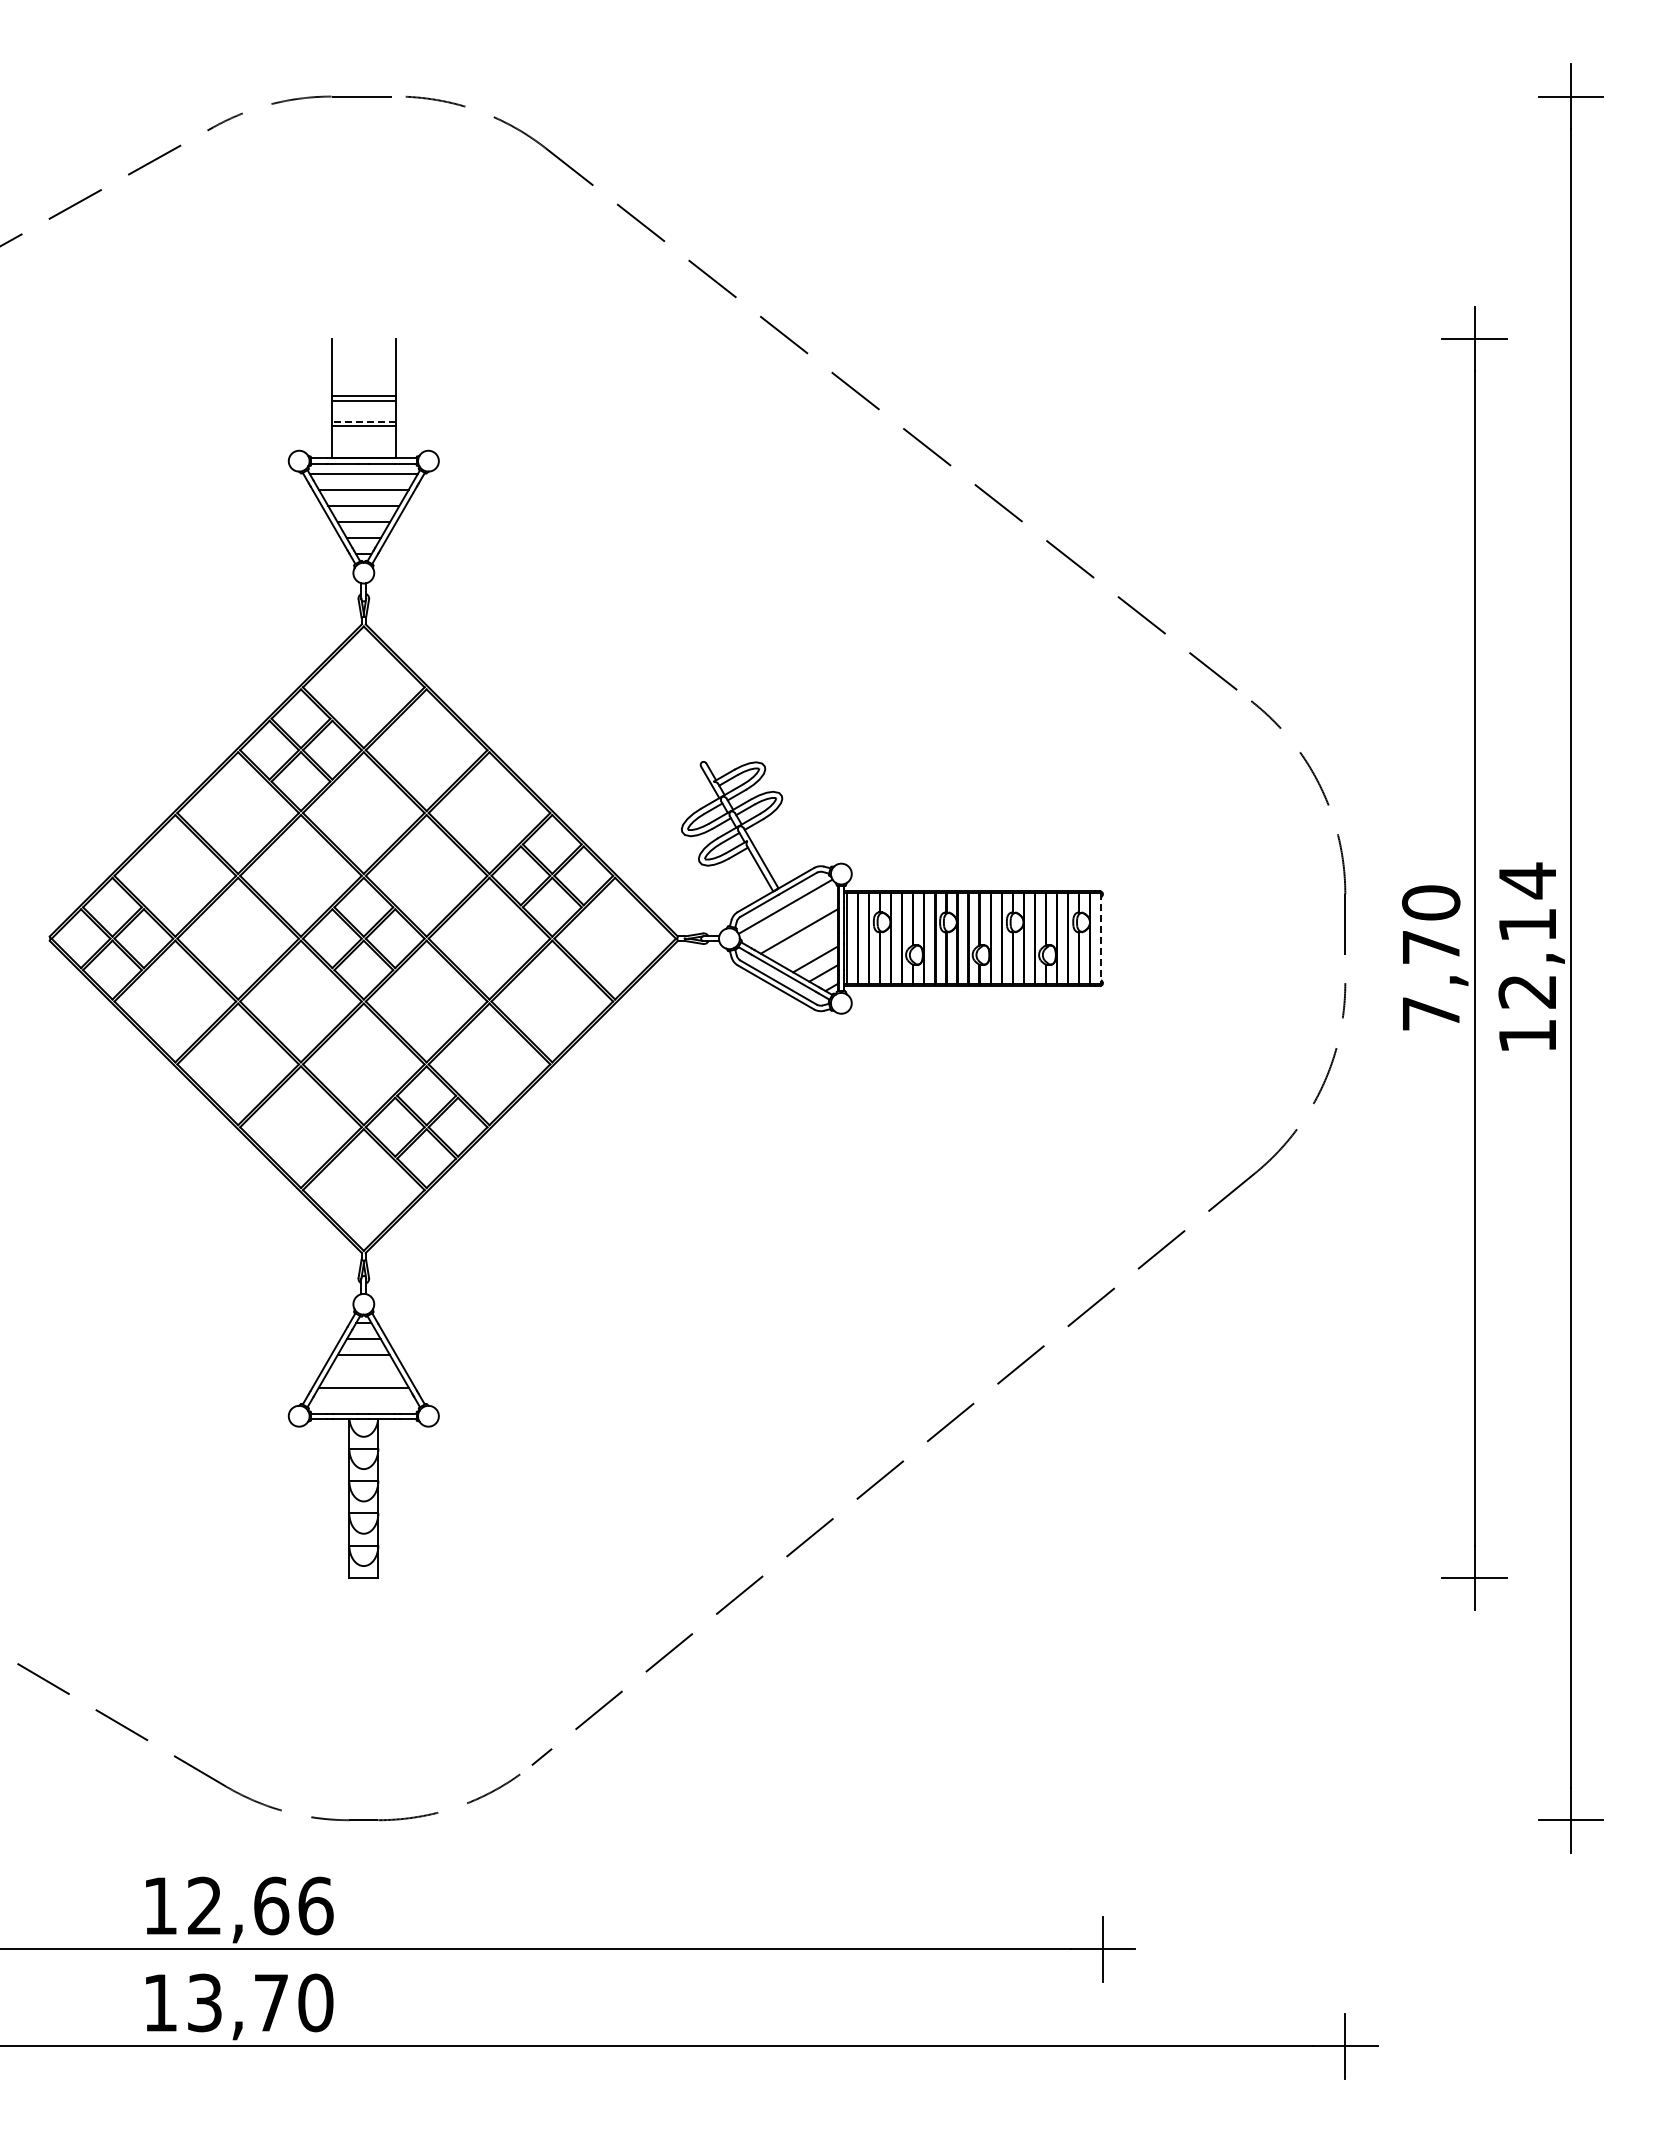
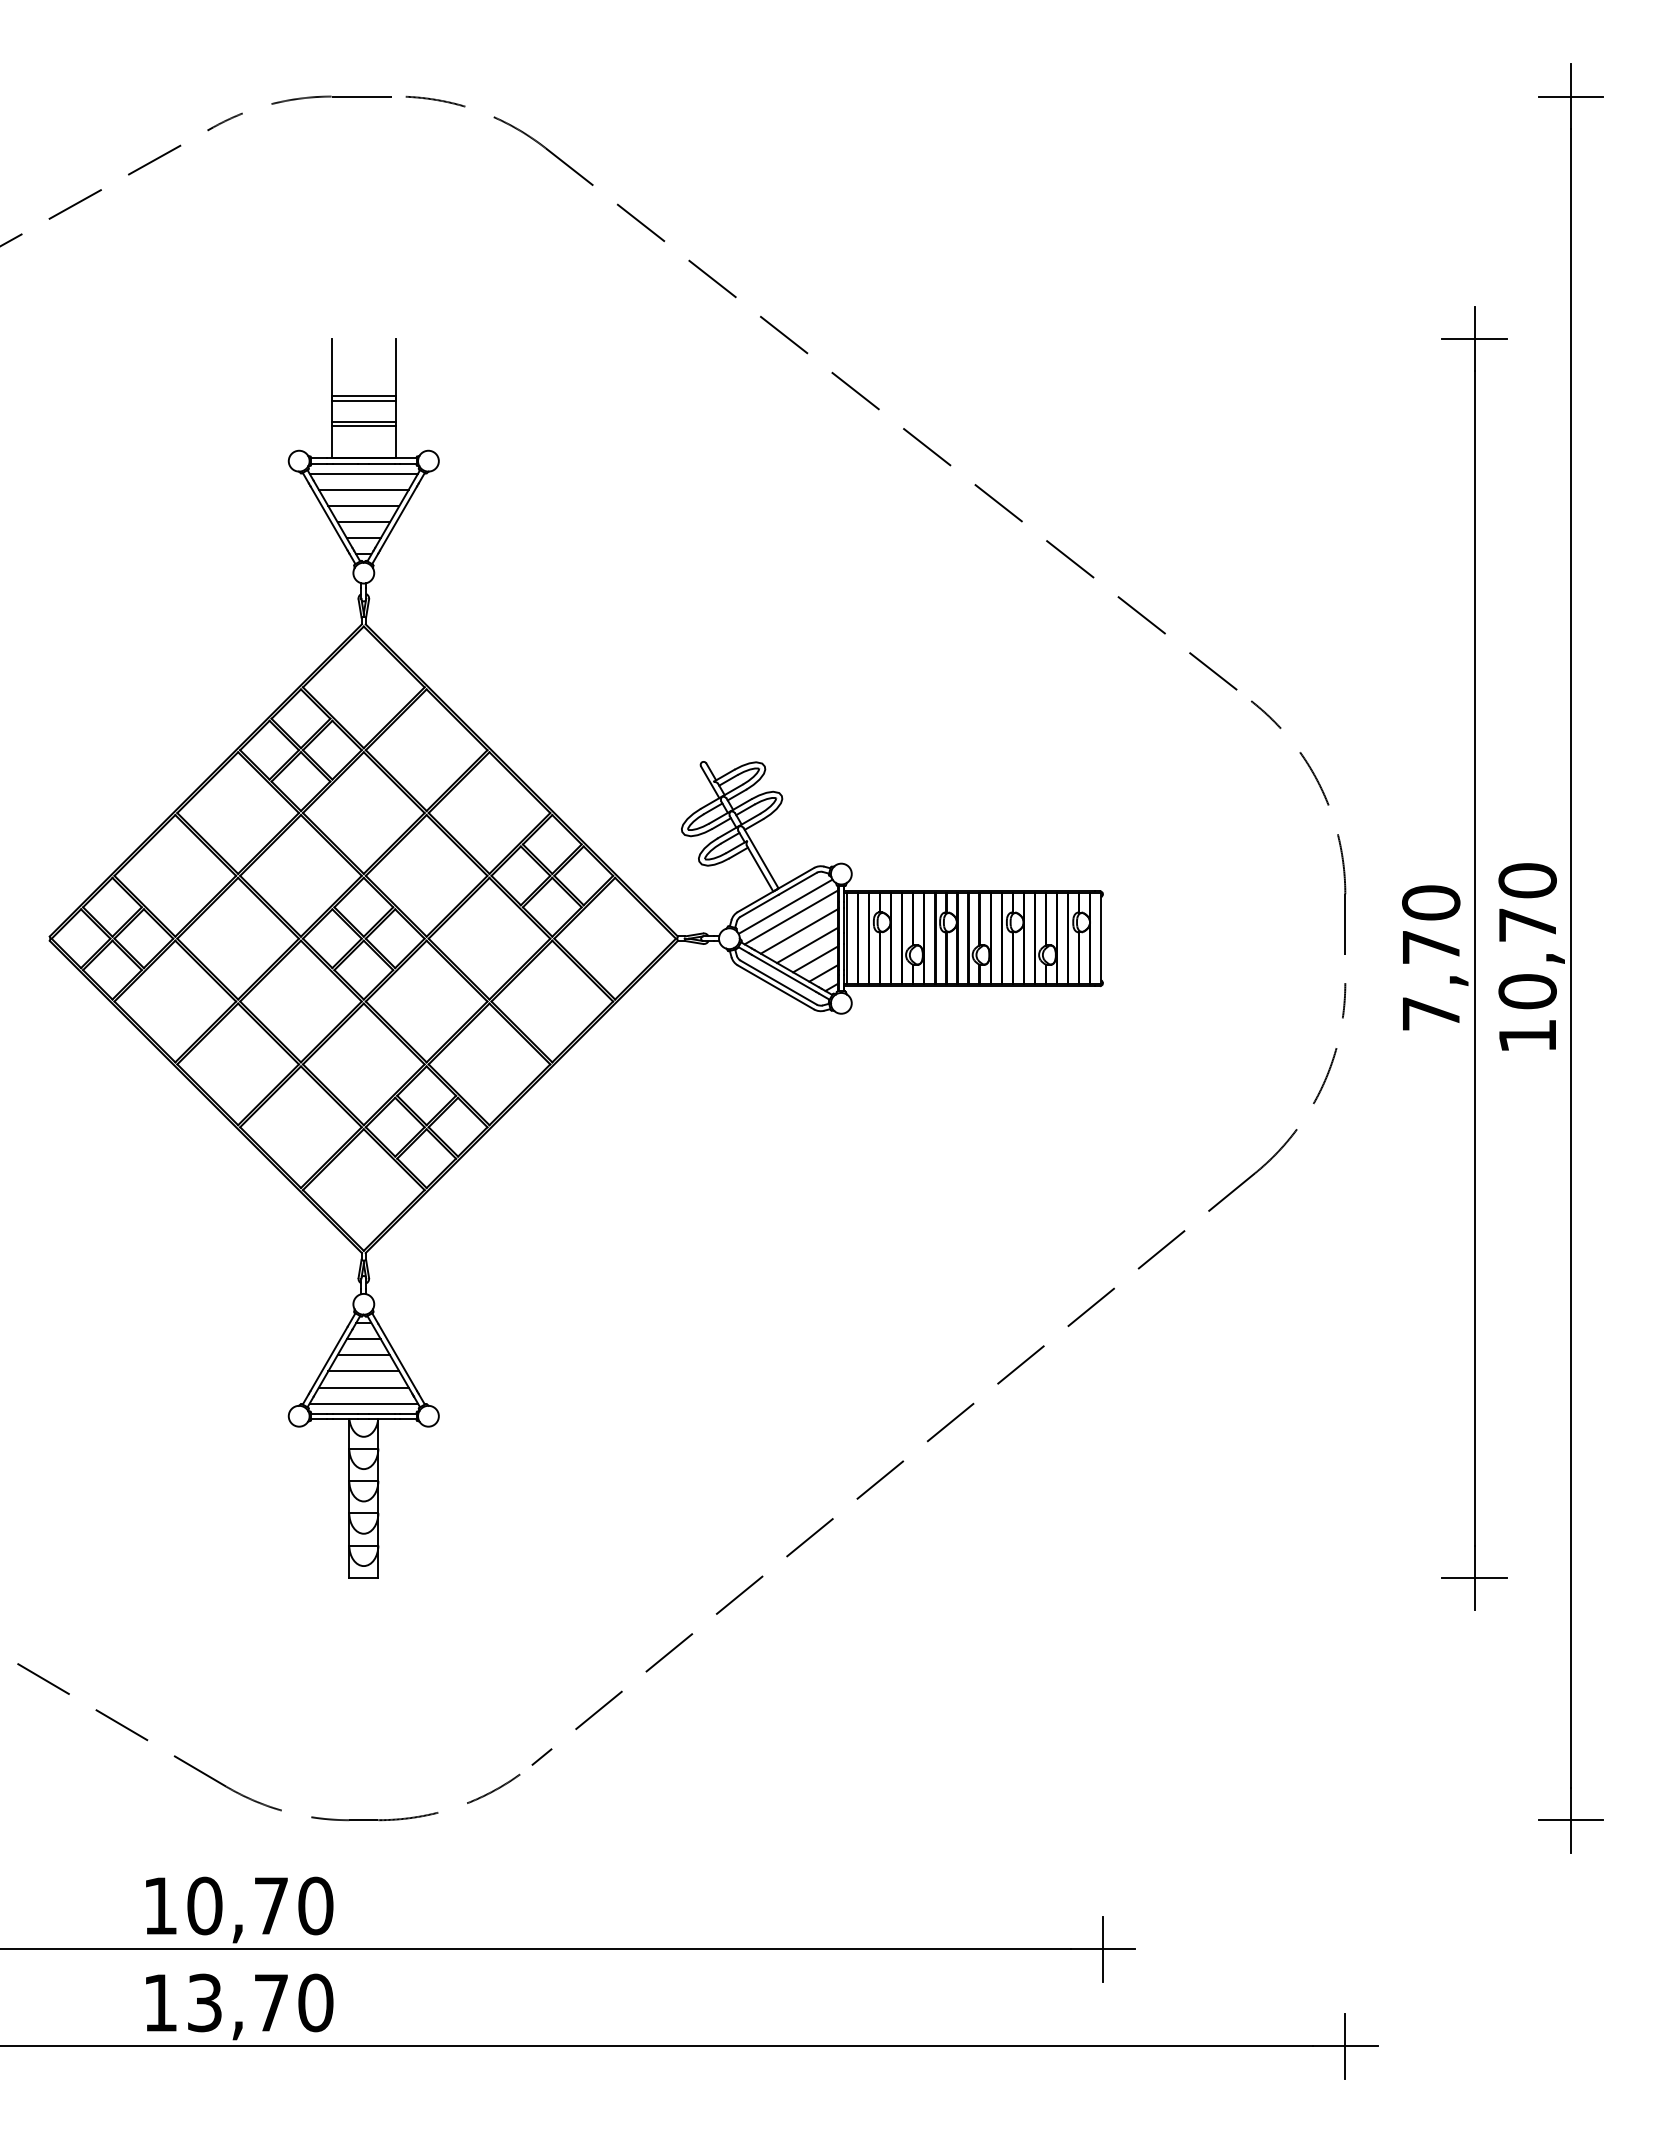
line at (363, 421): dashed -> solid
line at (791, 917): none -> present
text at (1527, 935): 12,14 -> 10,70
line at (1100, 939): dashed -> solid
line at (807, 945): none -> present
line at (363, 1371): none -> present
line at (363, 1403): none -> present
text at (260, 1905): 12,66 -> 10,70
